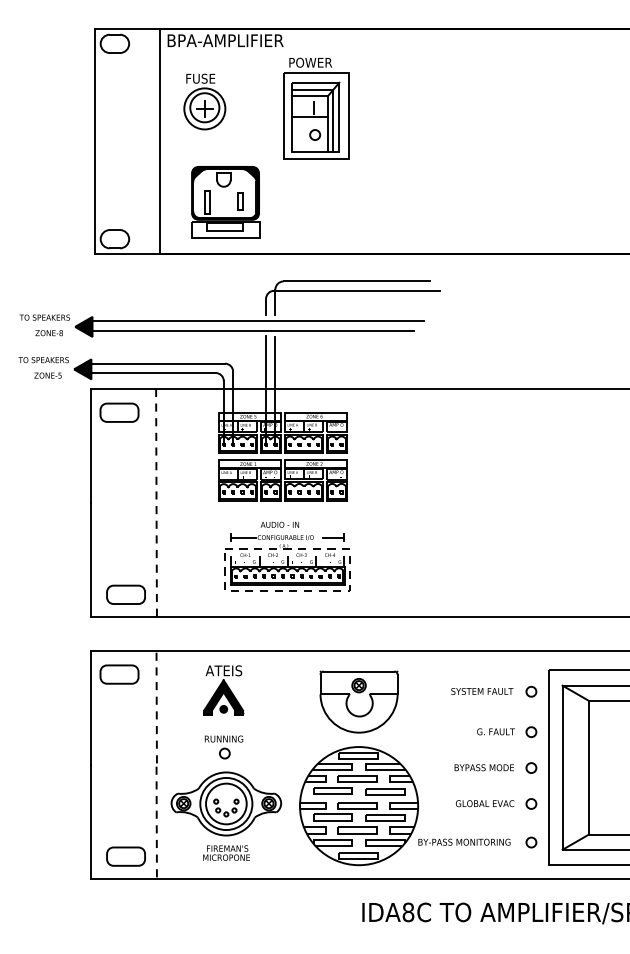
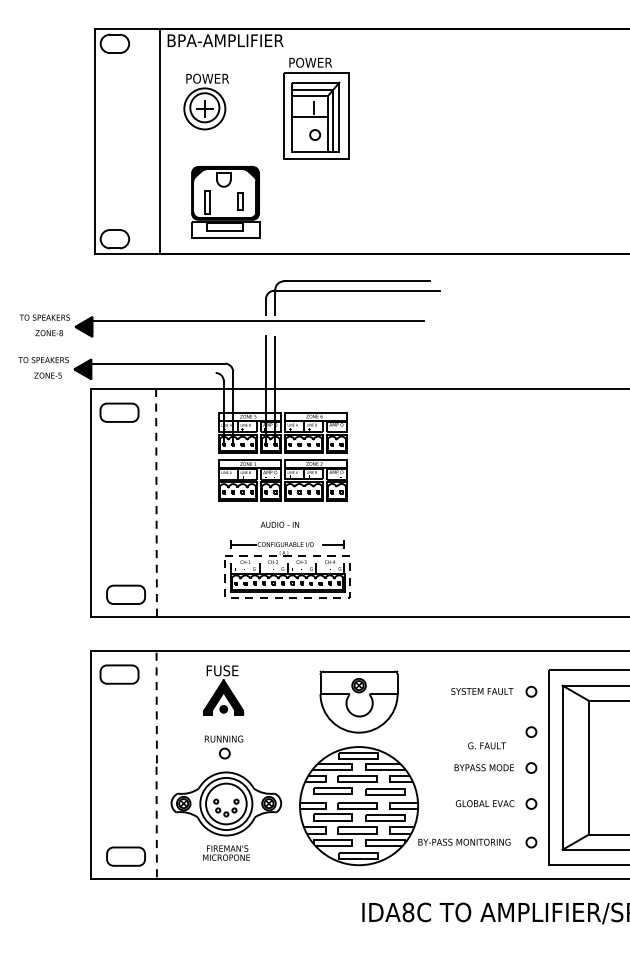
text at (208, 78): FUSE -> POWER
line at (252, 330): present -> none
line at (153, 373): present -> none
part at (287, 562) position: (287, 562) -> (287, 569)
text at (223, 670): ATEIS -> FUSE
text at (495, 731) position: (495, 731) -> (486, 745)
